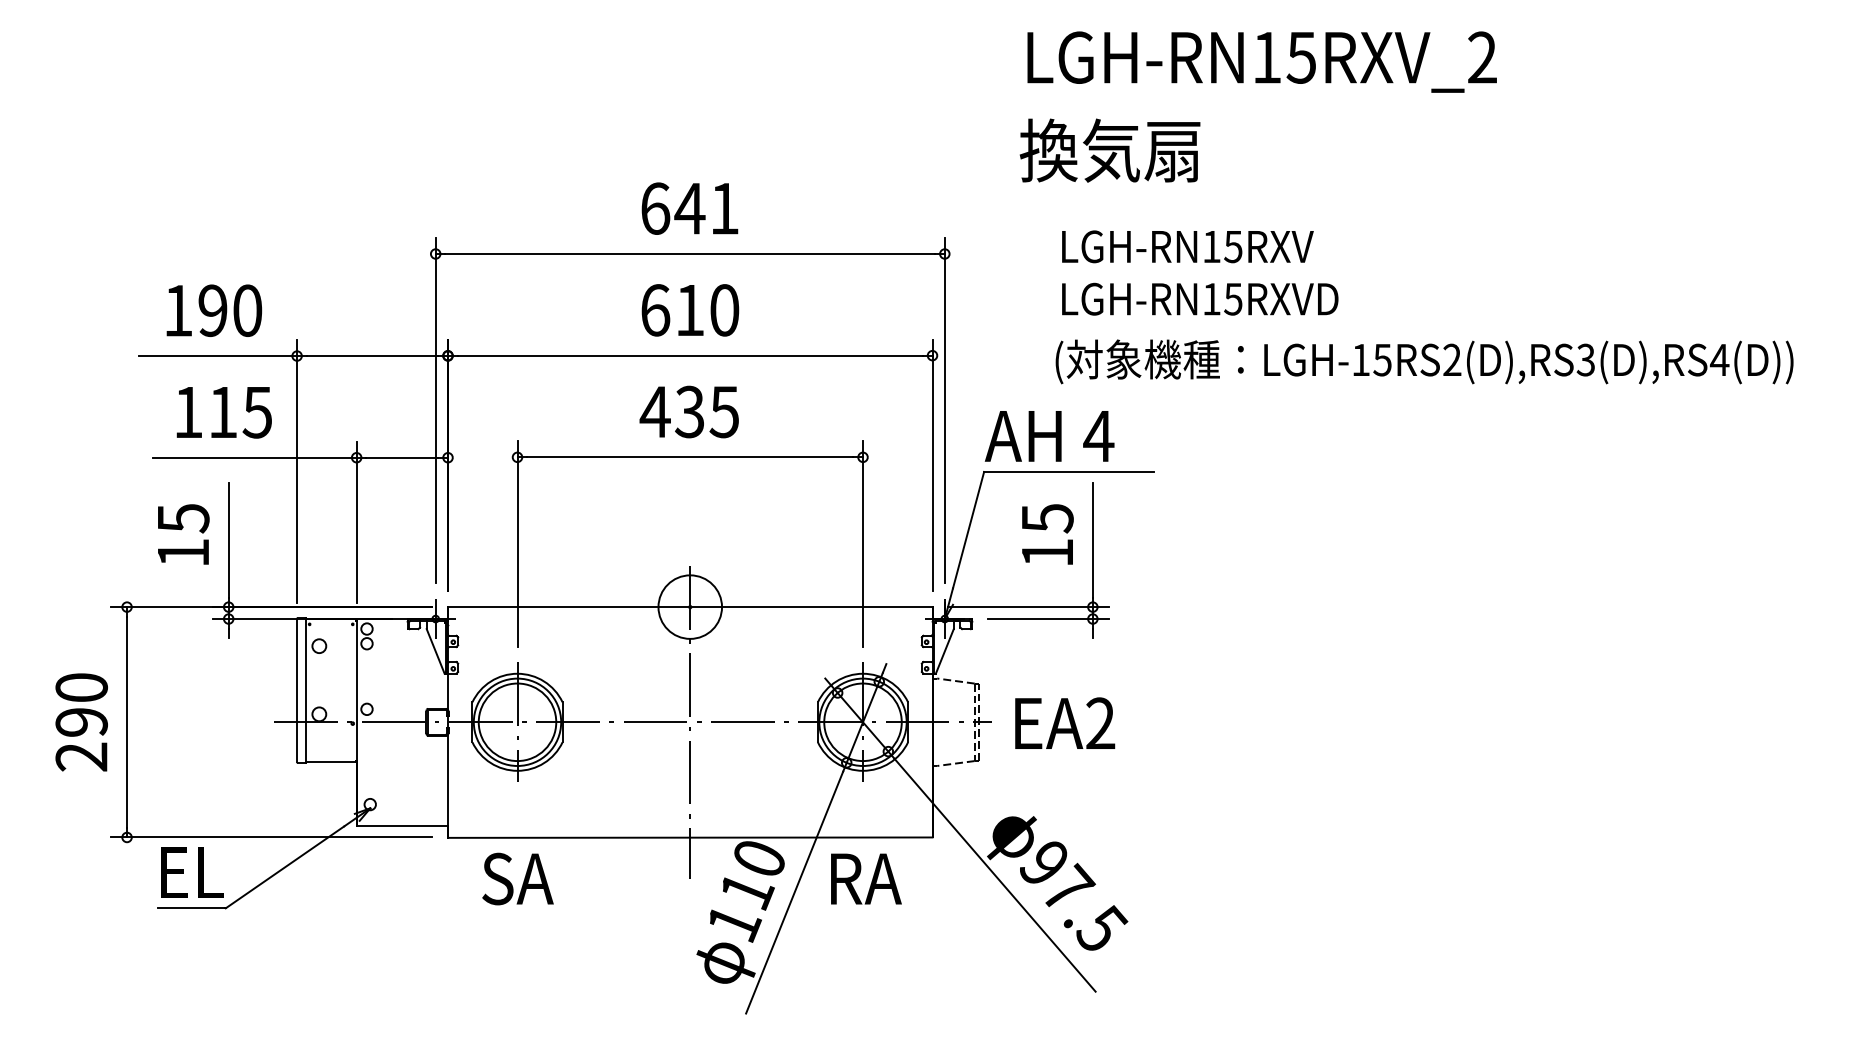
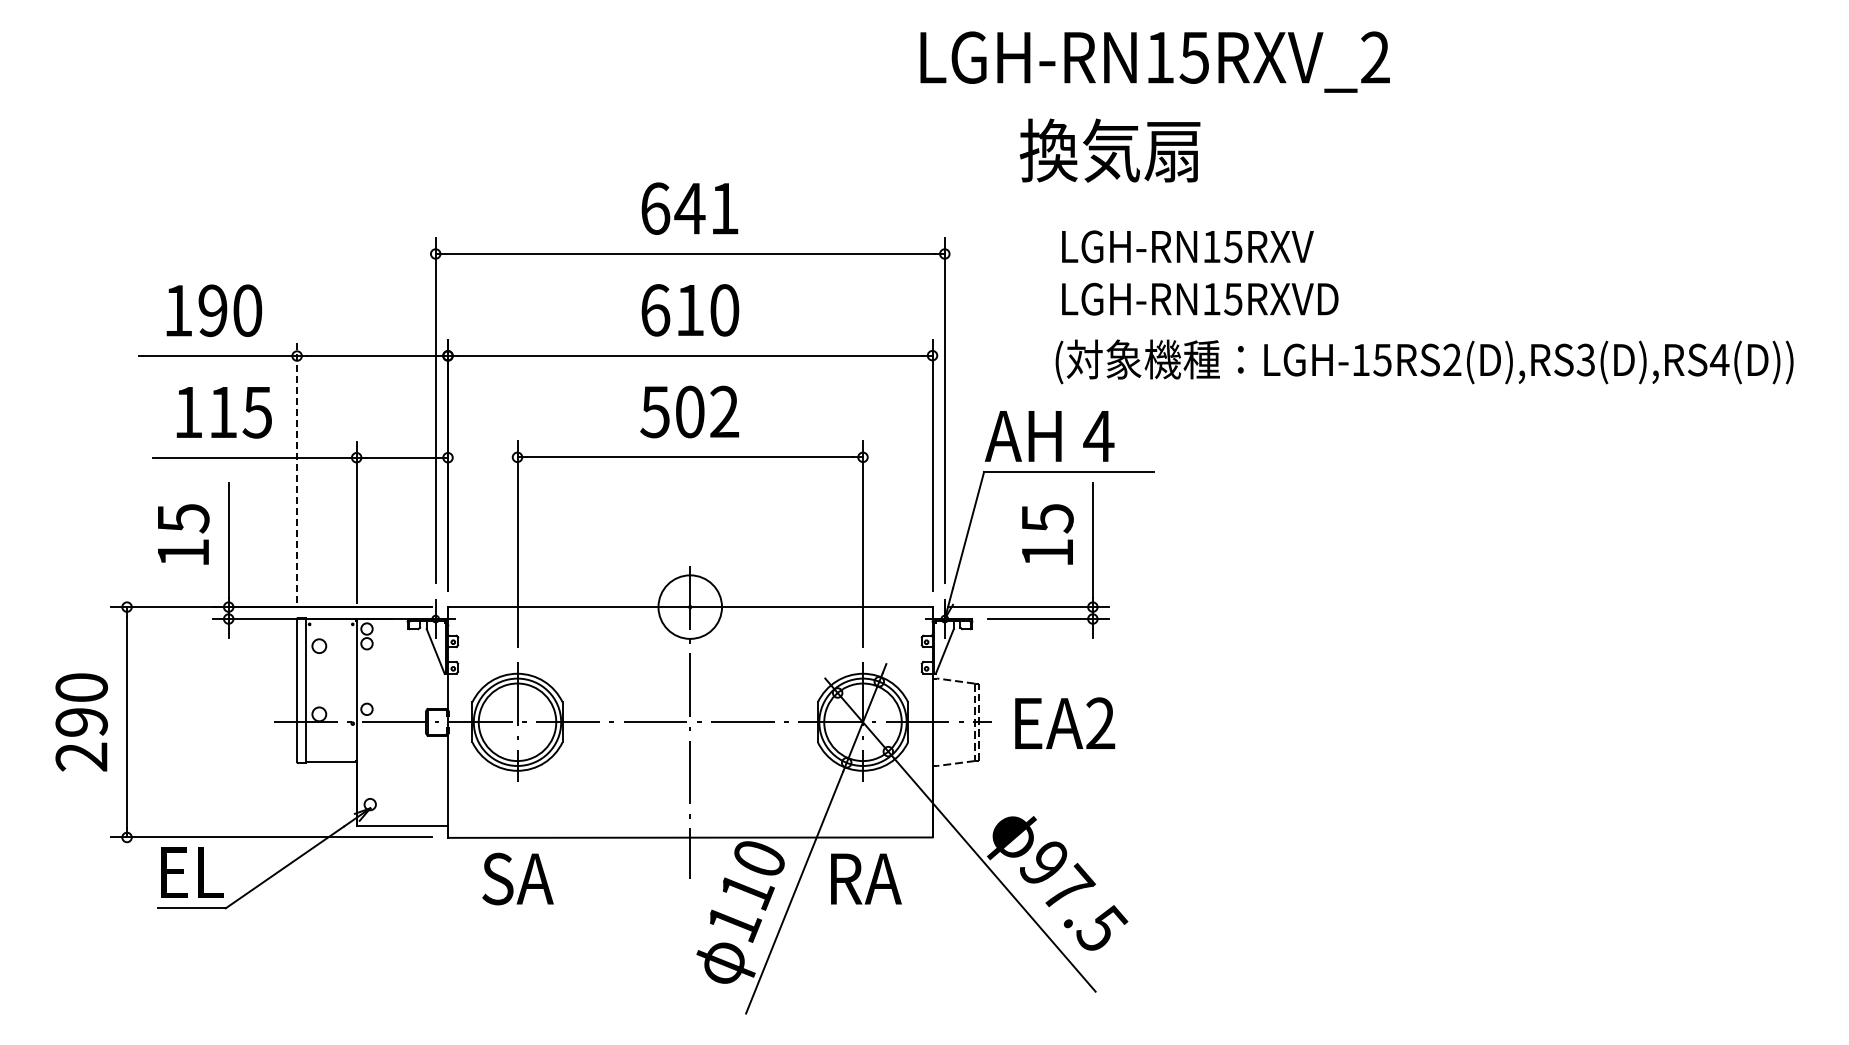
text at (1261, 61) position: (1261, 61) -> (1154, 61)
text at (689, 411): 435 -> 502
line at (297, 471): solid -> dashed
